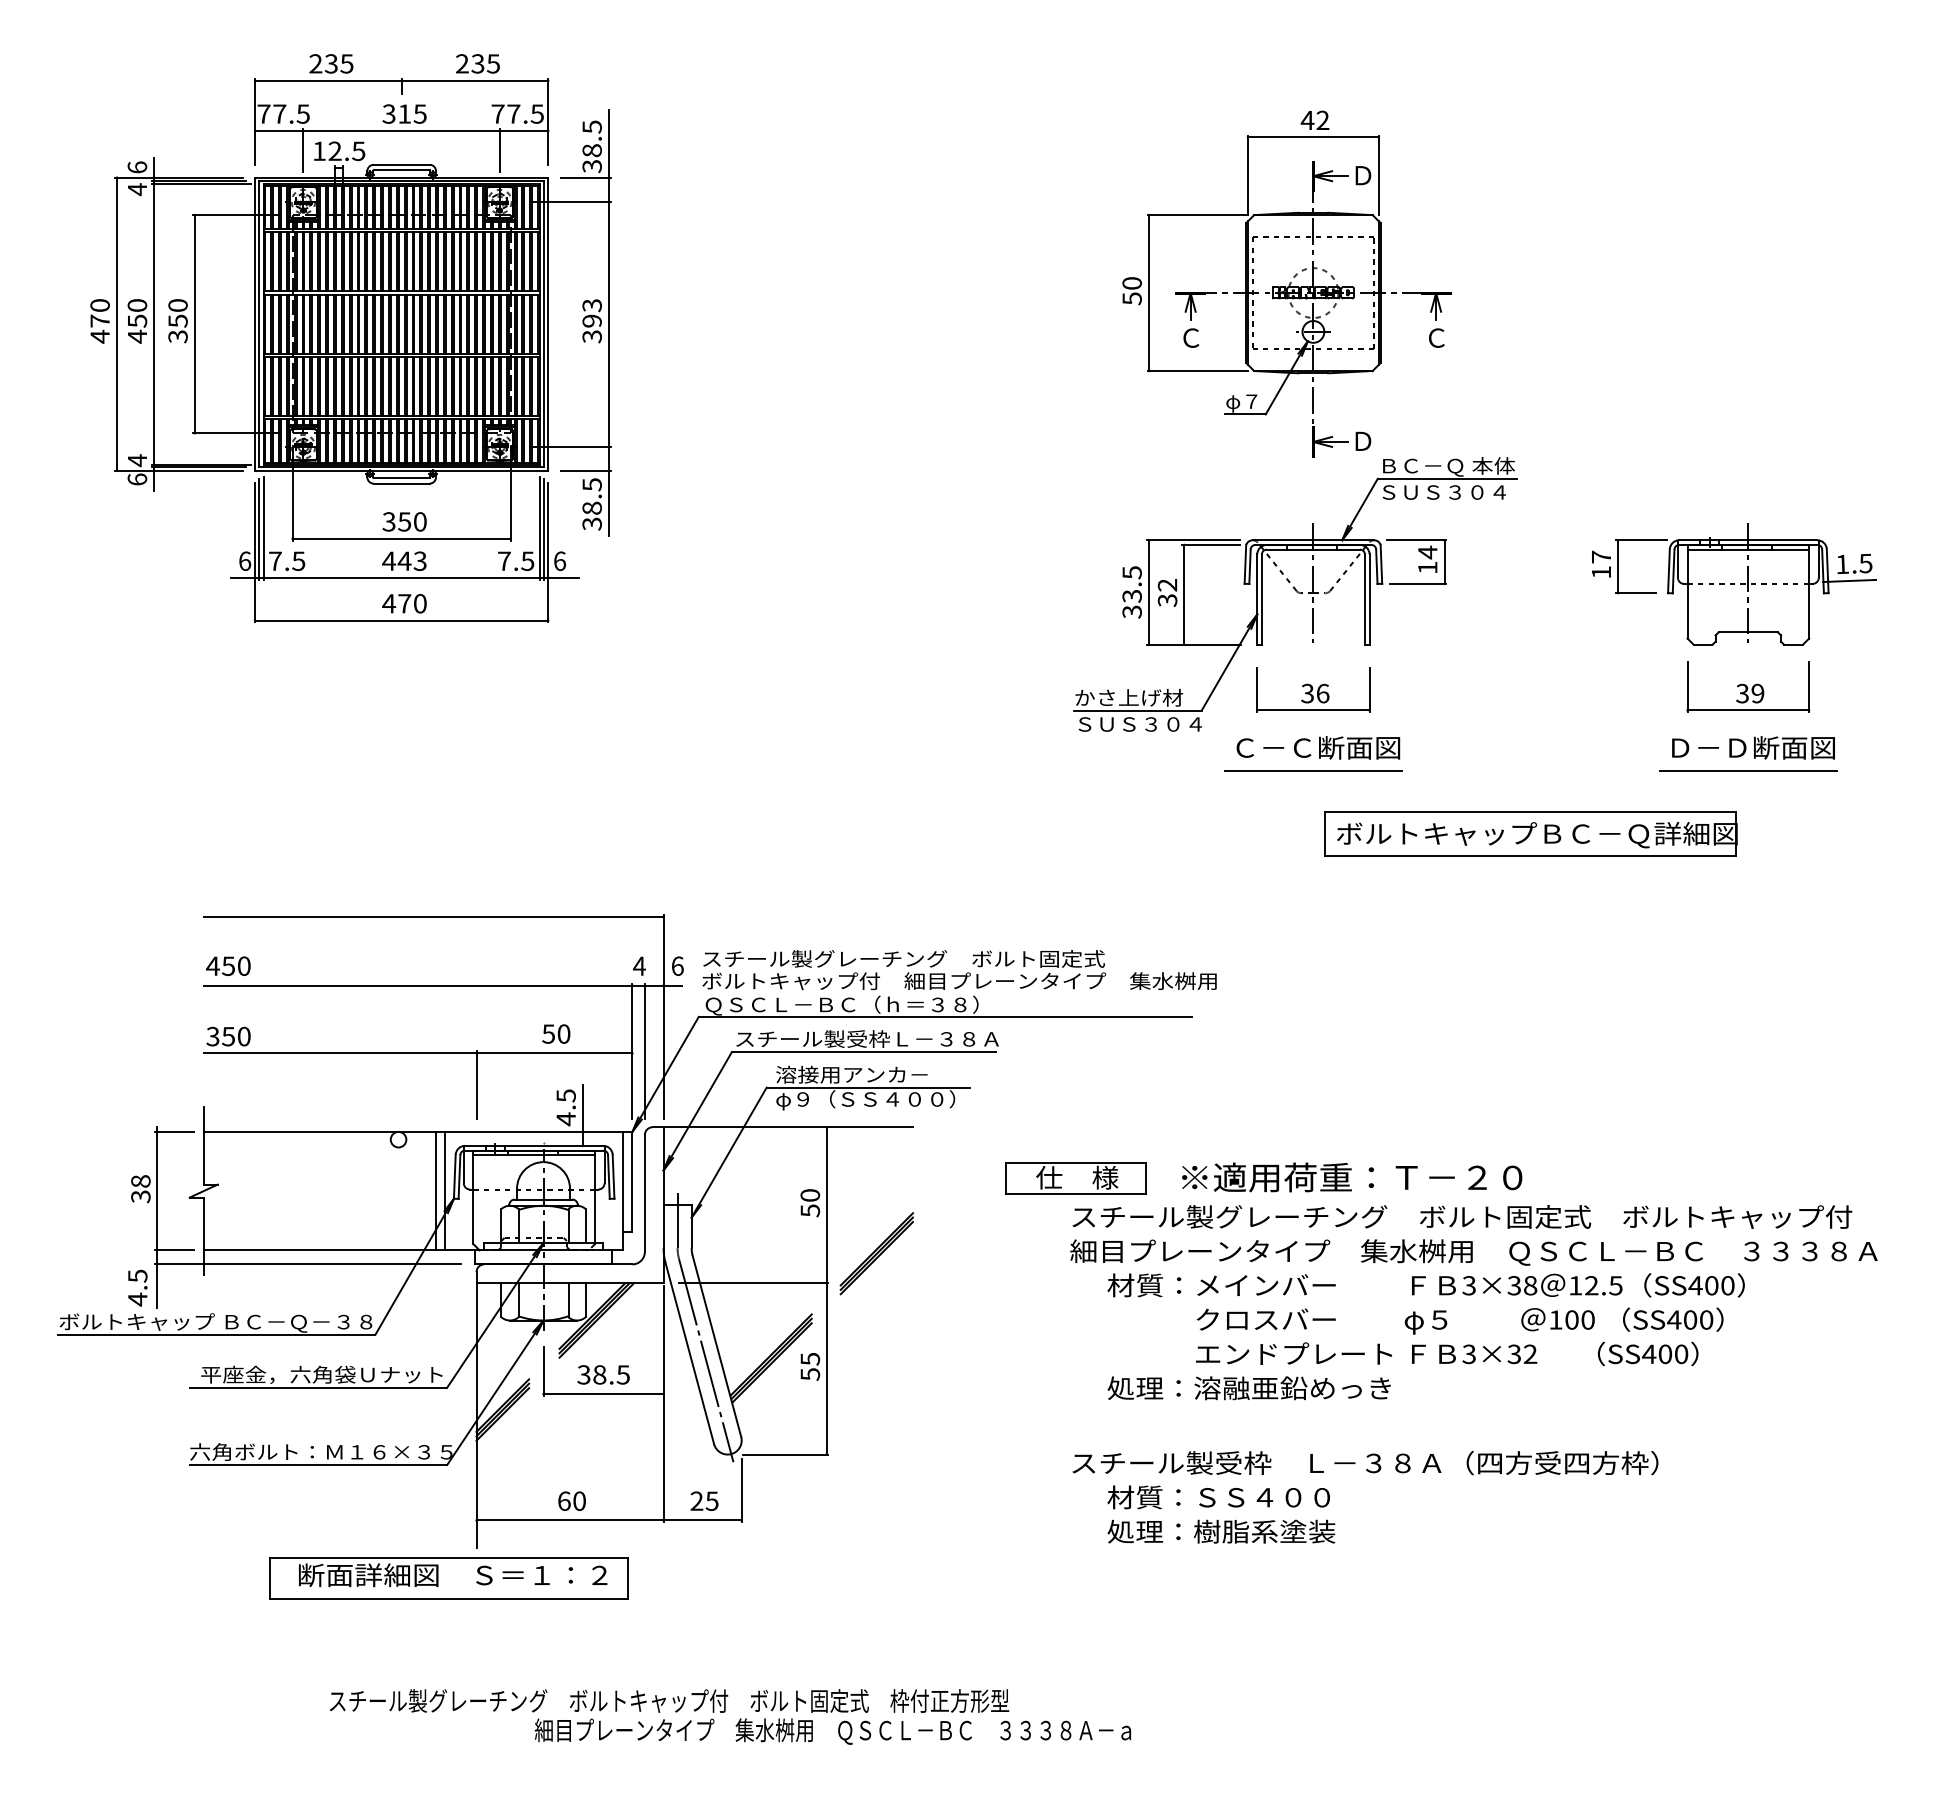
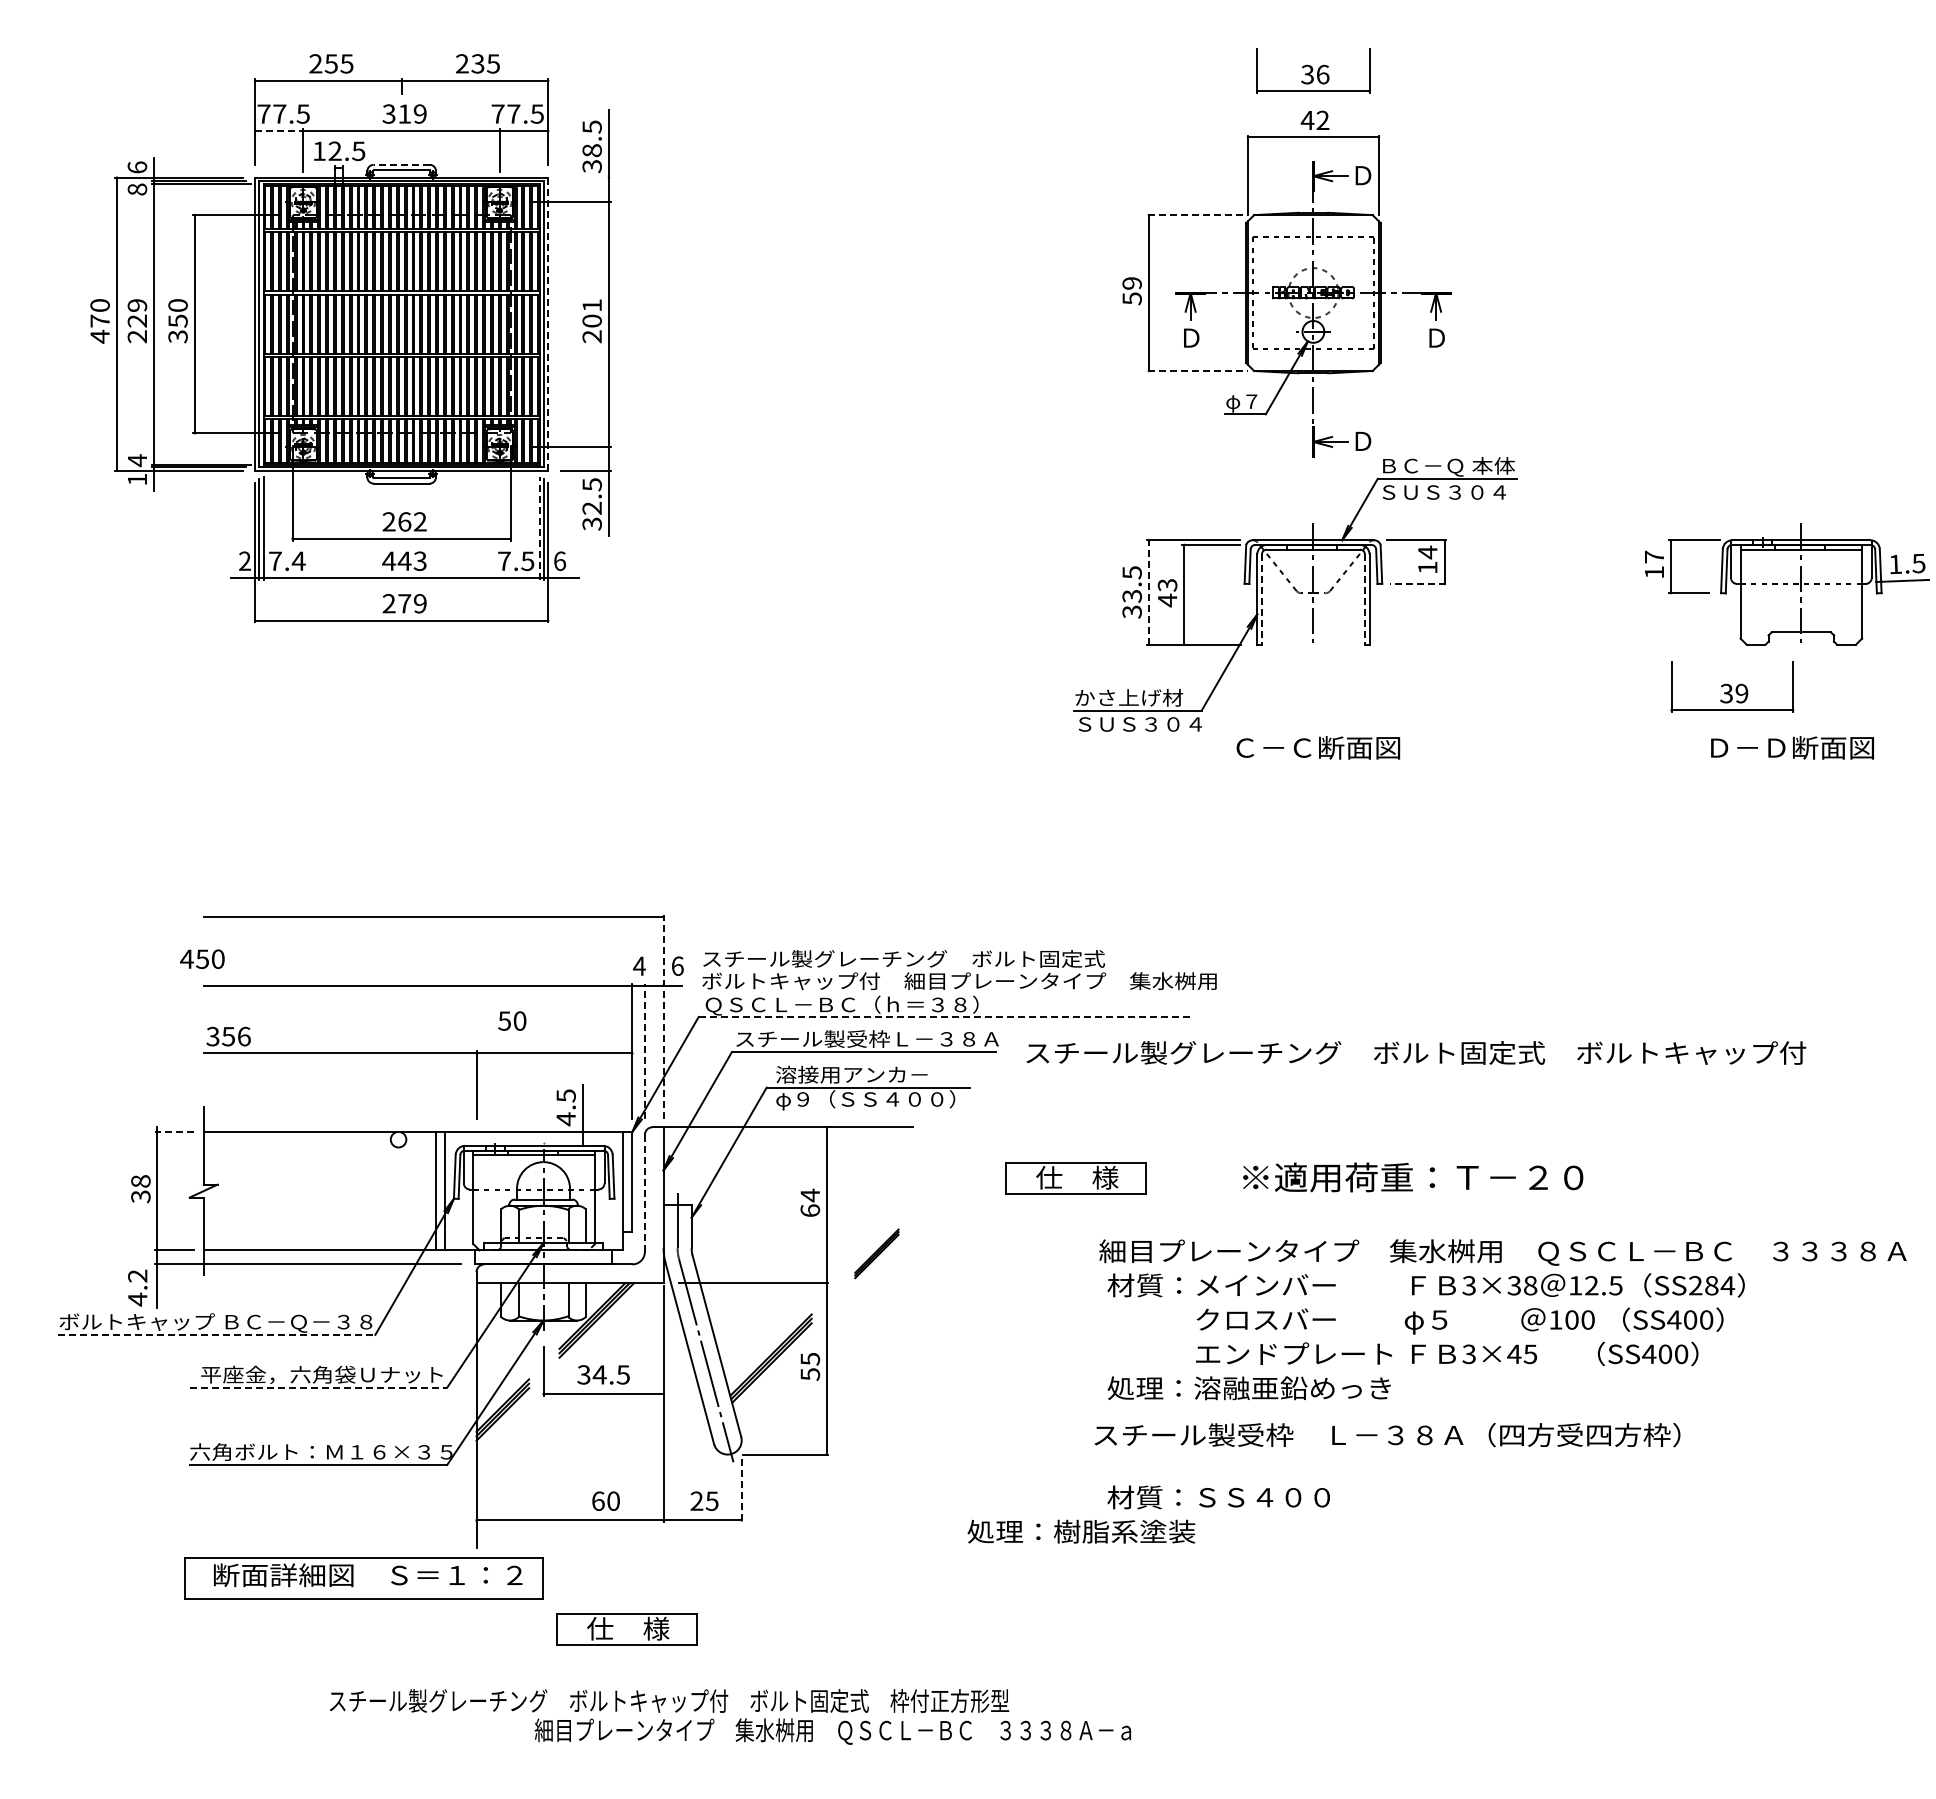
text at (331, 63): 235 -> 255
text at (419, 113): 315 -> 319
line at (279, 130): solid -> dashed
line at (401, 164): solid -> dashed
line at (585, 177): present -> none
text at (137, 189): 4 -> 8
line at (1197, 215): solid -> dashed
text at (1131, 283): 50 -> 59
text at (137, 321): 450 -> 229
text at (591, 321): 393 -> 201
line at (548, 324): solid -> dashed
text at (1191, 337): Ｃ -> Ｄ
text at (1436, 337): Ｃ -> Ｄ
line at (1197, 371): solid -> dashed
text at (137, 479): 6 -> 1
text at (591, 507): 38.5 -> 32.5
text at (404, 521): 350 -> 262
line at (539, 527): solid -> dashed
text at (245, 560): 6 -> 2
text at (298, 560): 7.5 -> 7.4
line at (1417, 583): solid -> dashed
part at (1734, 584) position: (1734, 584) -> (1787, 584)
line at (1148, 592): solid -> dashed
text at (1167, 593): 32 -> 43
line at (1261, 600): solid -> dashed
line at (1364, 600): solid -> dashed
text at (404, 603): 470 -> 279
part at (1748, 686) position: (1748, 686) -> (1732, 686)
part at (1313, 689) position: (1313, 689) -> (1313, 70)
text at (1753, 747) position: (1753, 747) -> (1792, 747)
line at (1313, 770): present -> none
line at (1748, 770): present -> none
part at (1530, 833): present -> none
text at (228, 965) position: (228, 965) -> (202, 958)
line at (663, 1016): solid -> dashed
line at (945, 1016): solid -> dashed
text at (556, 1033) position: (556, 1033) -> (512, 1020)
text at (244, 1036): 350 -> 356
line at (644, 1051): solid -> dashed
line at (174, 1131): solid -> dashed
text at (1352, 1177) position: (1352, 1177) -> (1413, 1177)
line at (644, 1192): solid -> dashed
text at (810, 1202): 50 -> 64
text at (1462, 1216) position: (1462, 1216) -> (1416, 1052)
text at (1473, 1252) position: (1473, 1252) -> (1502, 1252)
part at (876, 1253) size: 76x84 px -> 46x52 px
text at (137, 1275): 4.5 -> 4.2
text at (1711, 1285): SS400 -> SS284
line at (216, 1334): solid -> dashed
text at (1522, 1354): 3×32 -> 3×45
text at (599, 1374): 38.5 -> 34.5
line at (318, 1387): solid -> dashed
text at (1365, 1463) position: (1365, 1463) -> (1387, 1435)
line at (741, 1490): solid -> dashed
text at (571, 1500) position: (571, 1500) -> (605, 1500)
text at (1221, 1531) position: (1221, 1531) -> (1081, 1531)
part at (448, 1578) position: (448, 1578) -> (363, 1578)
part at (626, 1629): none -> present
